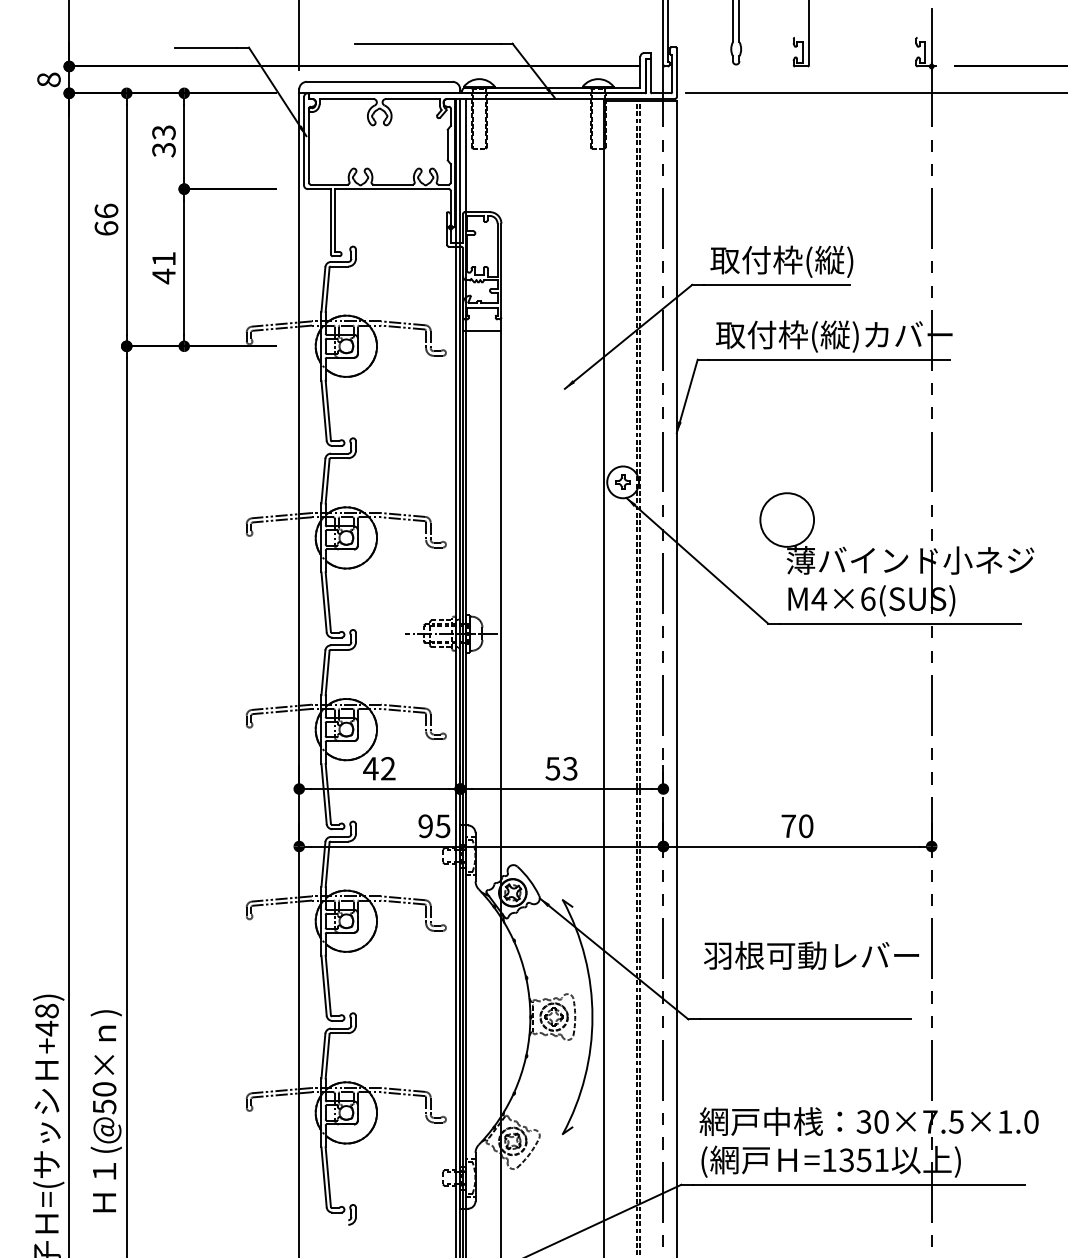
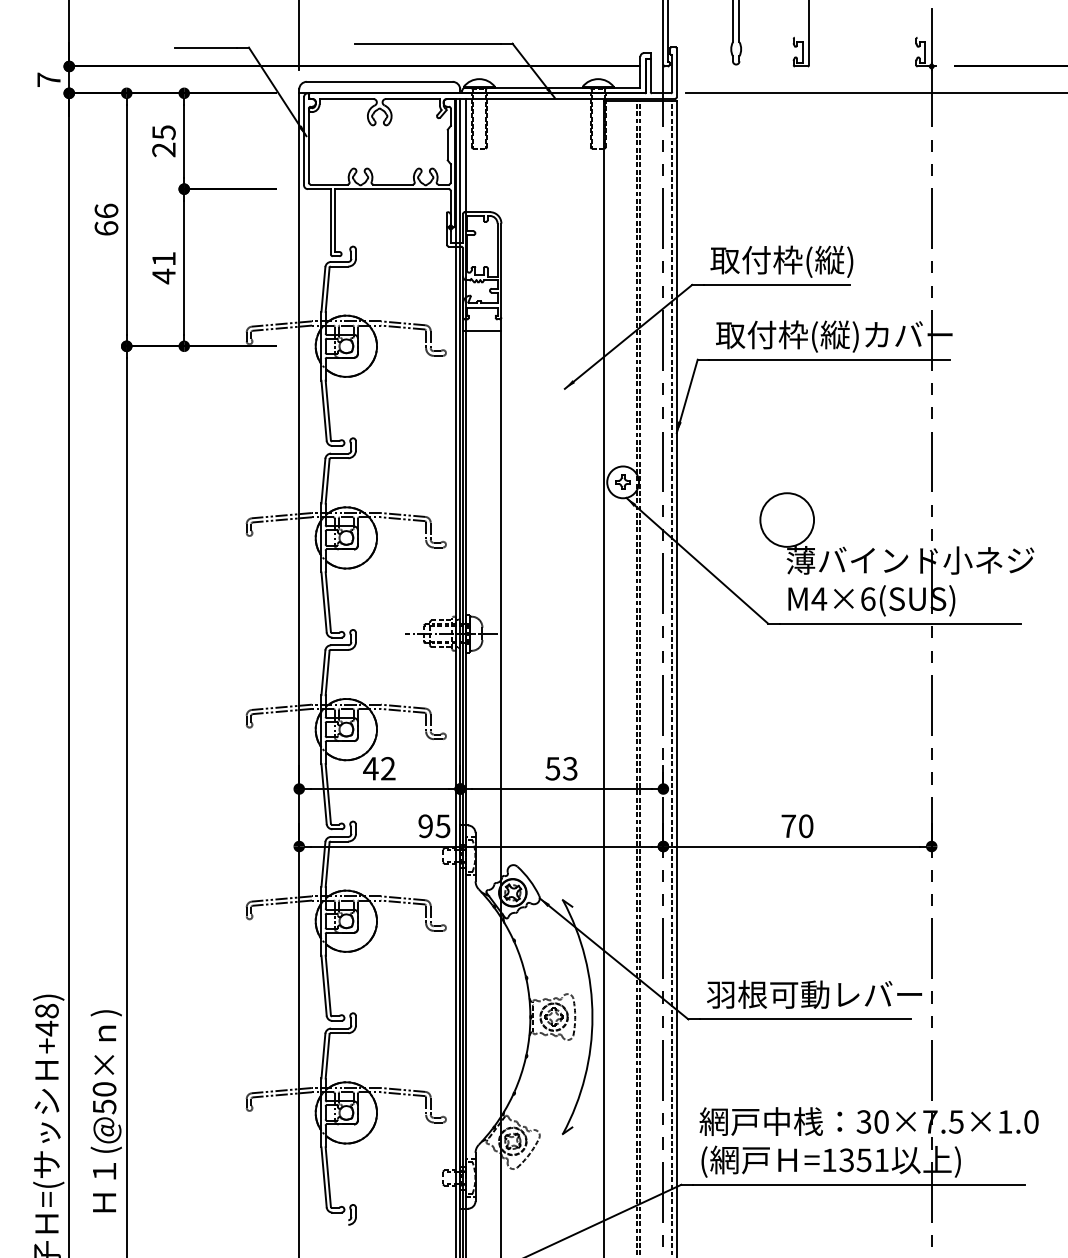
text at (48, 79): 8 -> 7
text at (163, 141): 33 -> 25
line at (672, 677): none -> present
text at (811, 955) position: (811, 955) -> (814, 994)
